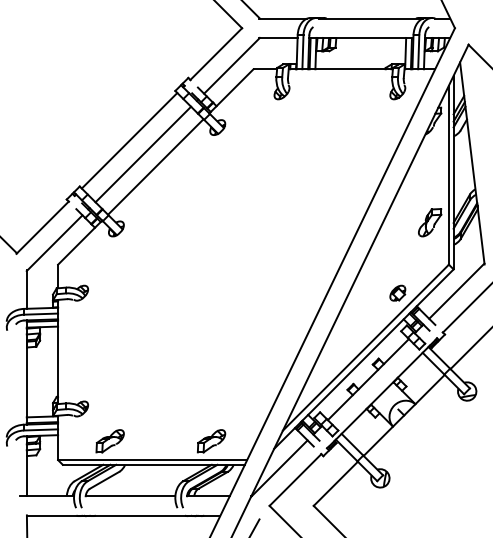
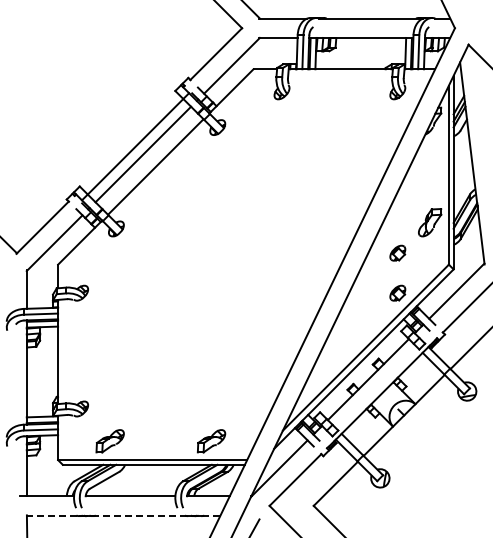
line at (129, 140) position: (129, 140) -> (135, 146)
part at (397, 252): none -> present
line at (123, 515): solid -> dashed
